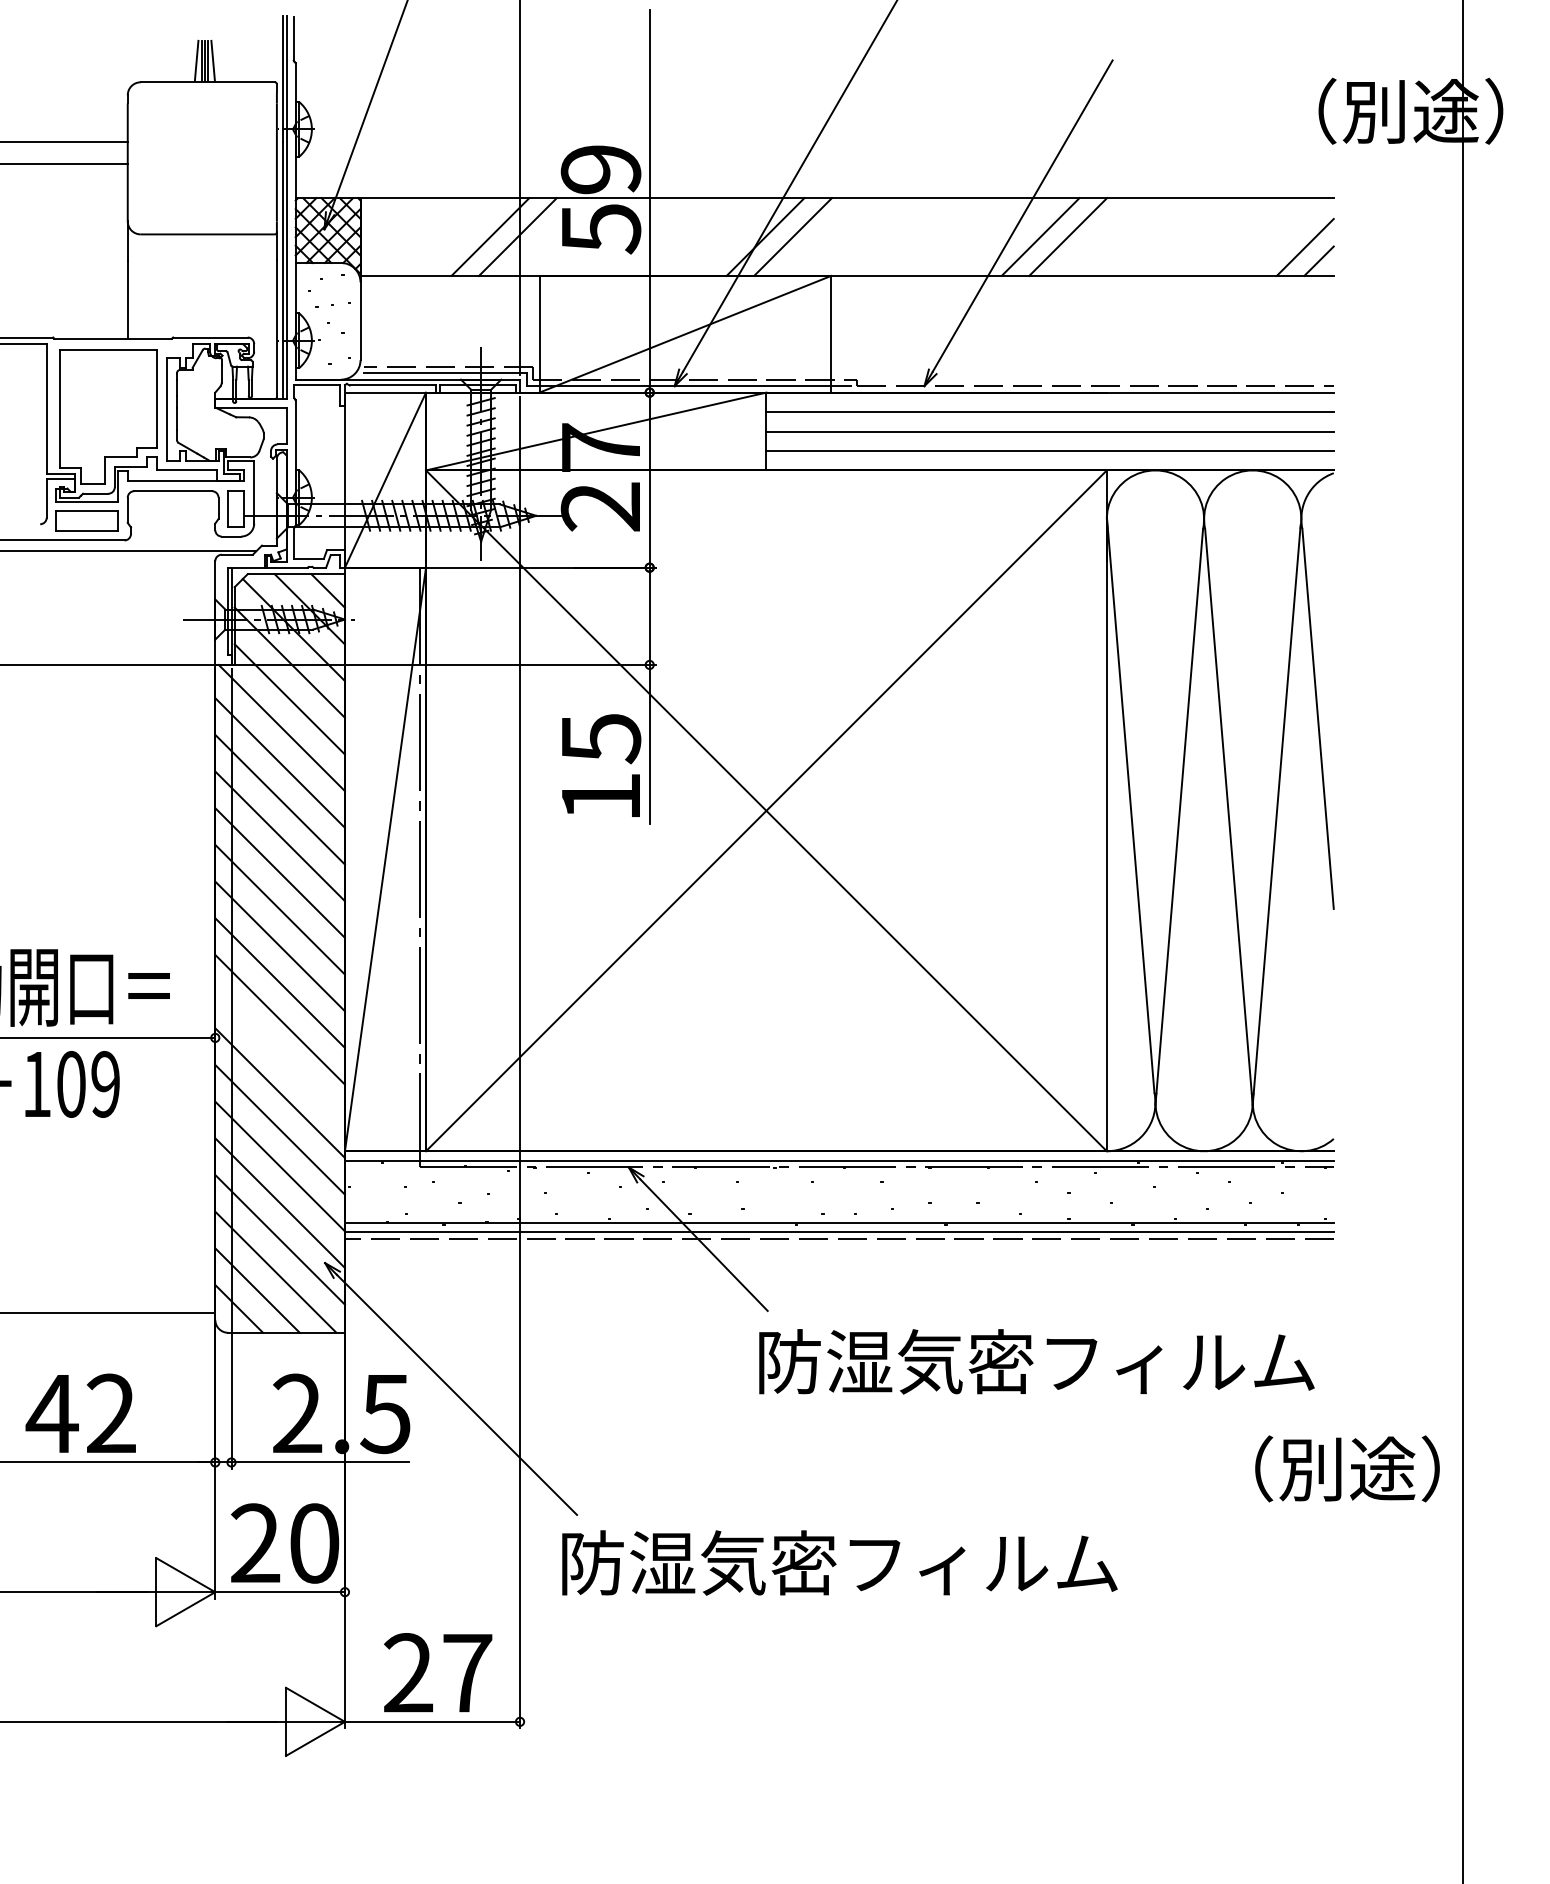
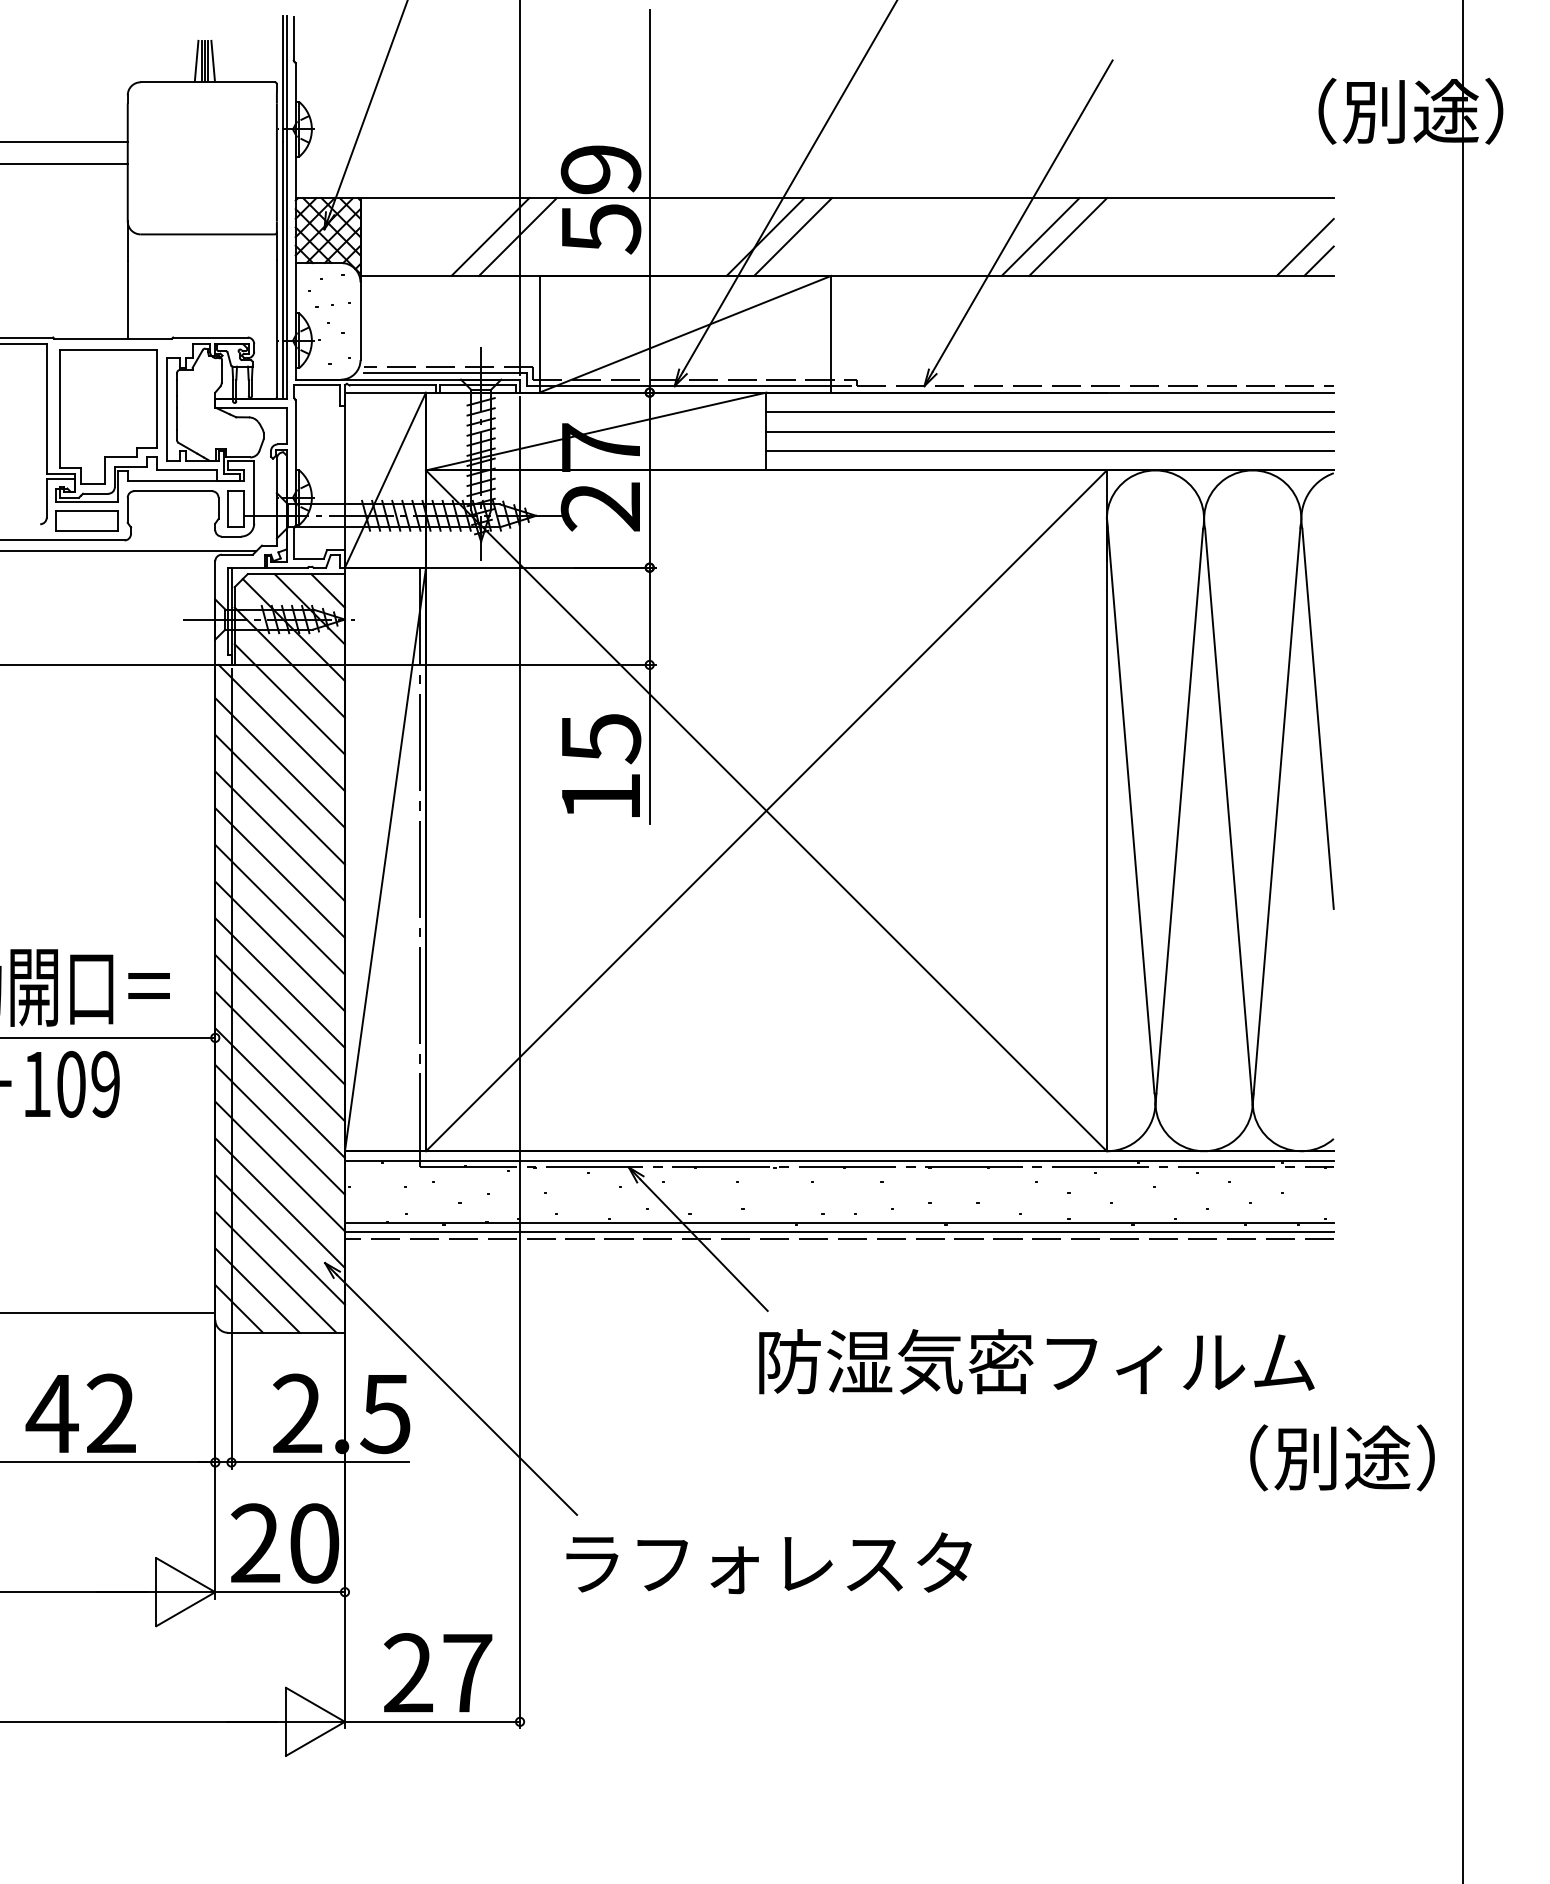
line at (279, 1056): none -> present
text at (1347, 1468) position: (1347, 1468) -> (1342, 1457)
text at (839, 1562): 防湿気密フィルム -> ラフォレスタ
